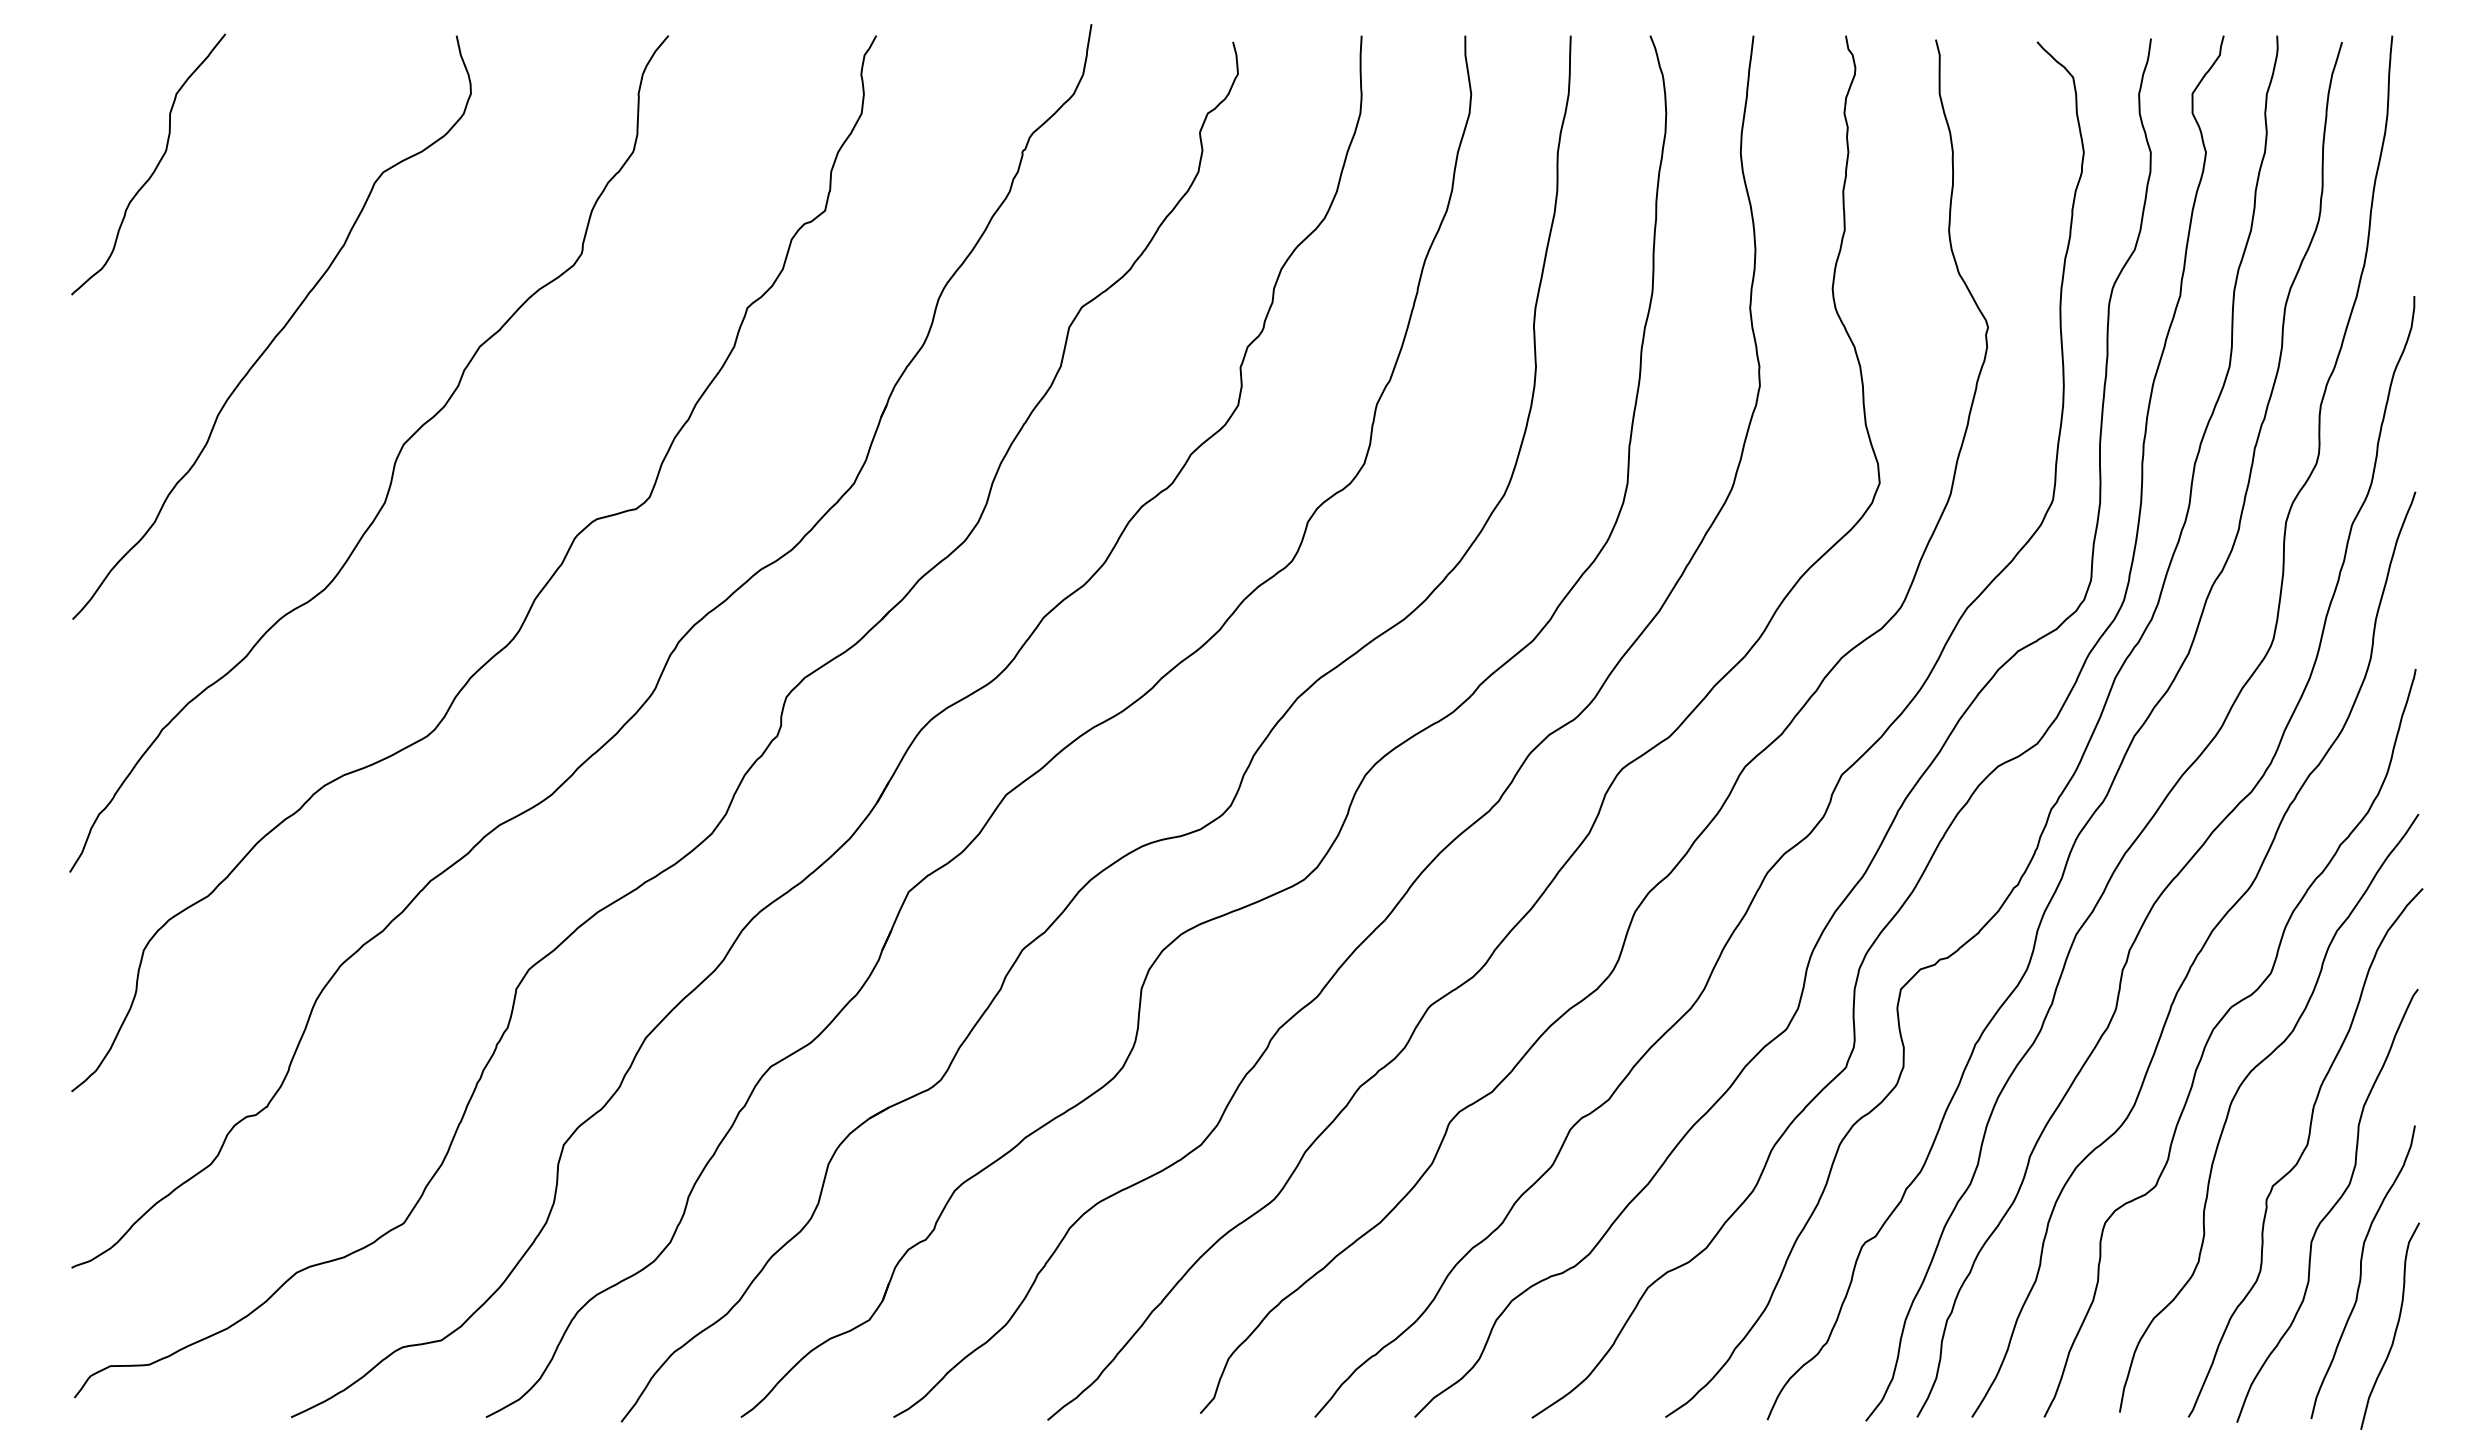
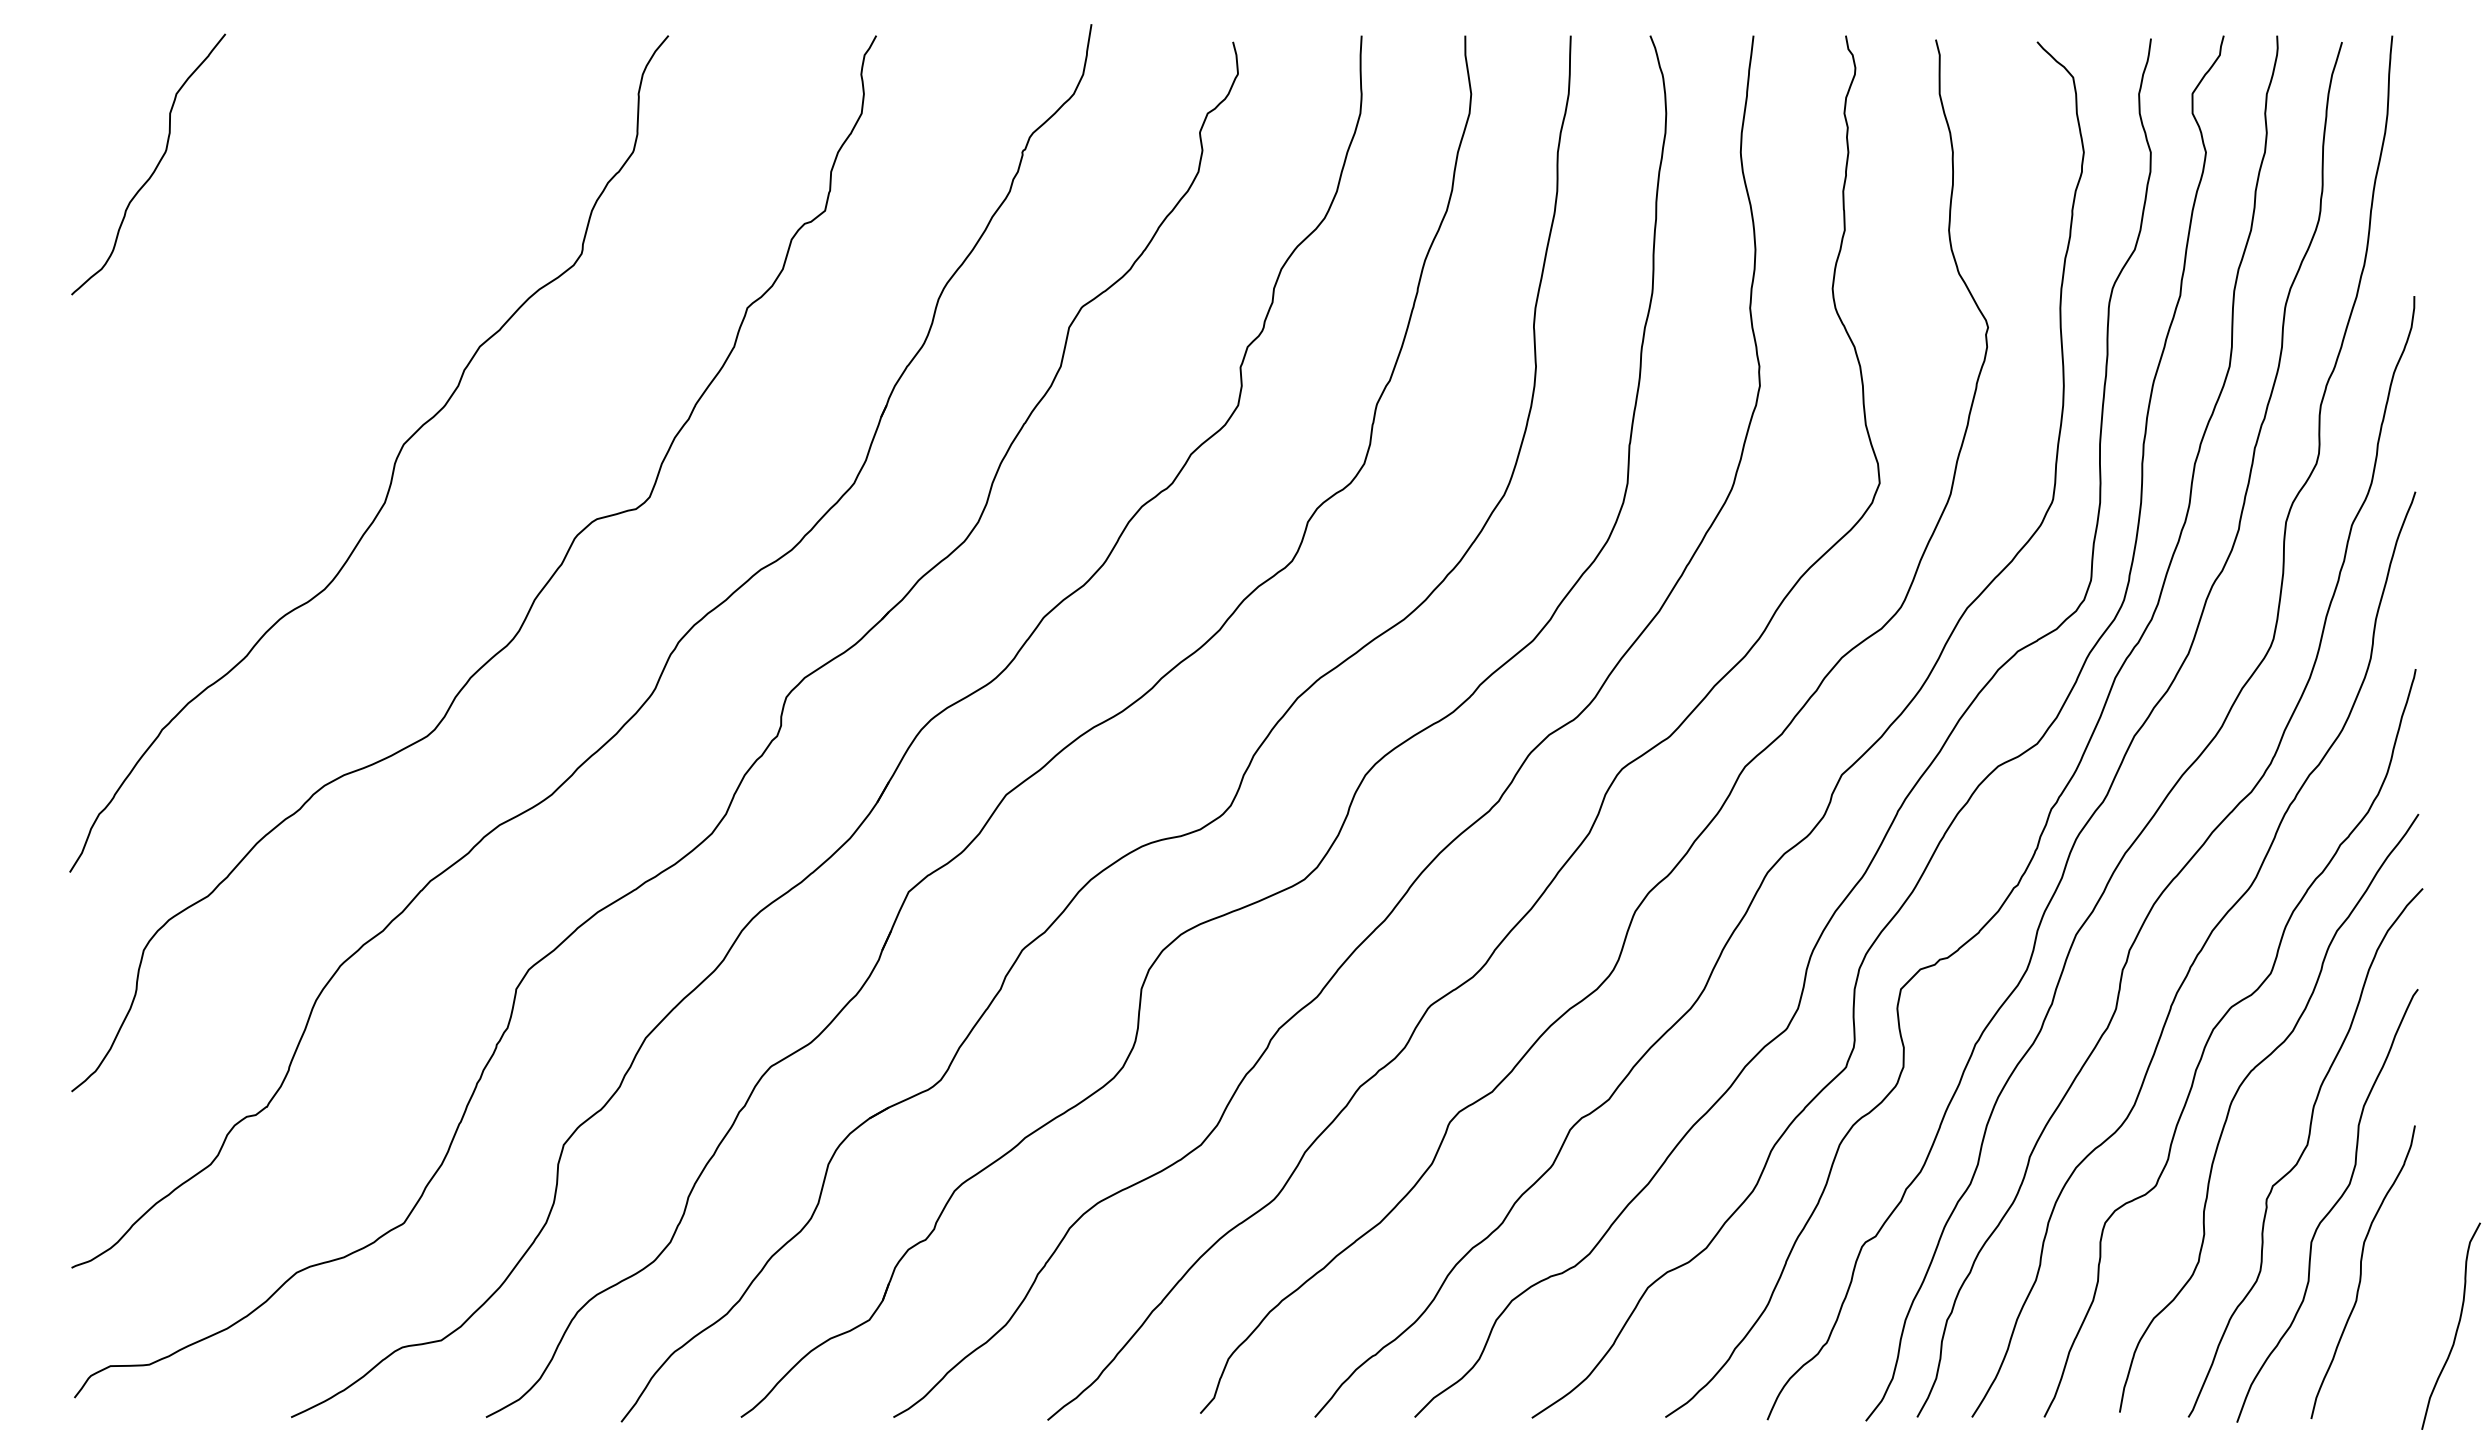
curve at (277, 333): present -> none
curve at (2395, 1327) position: (2395, 1327) -> (2456, 1327)
